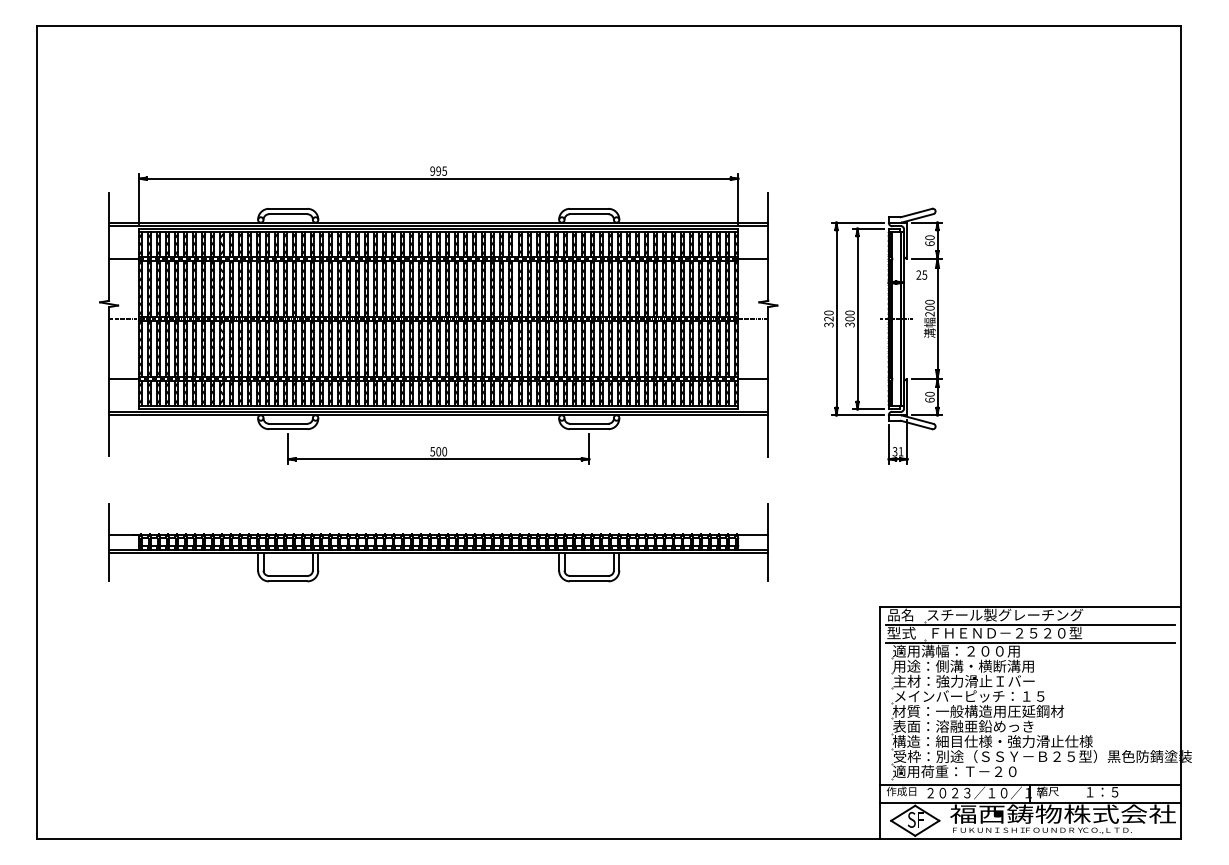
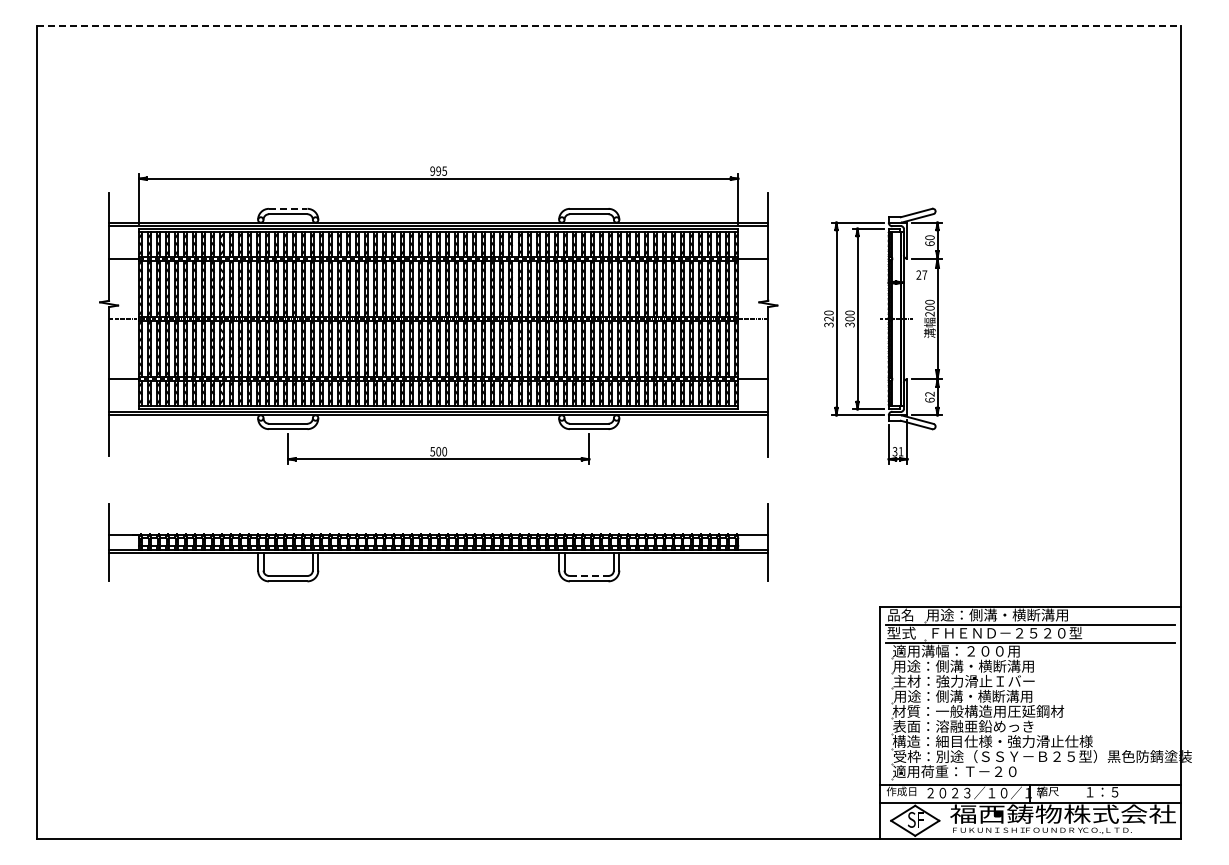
line at (608, 26): solid -> dashed
line at (288, 208): solid -> dashed
text at (924, 274): 25 -> 27
text at (929, 393): 60 -> 62
line at (589, 575): solid -> dashed
text at (1004, 614): スチール製グレーチング -> 用途：側溝・横断溝用
text at (969, 695): メインバーピッチ：１５ -> 用途：側溝・横断溝用
